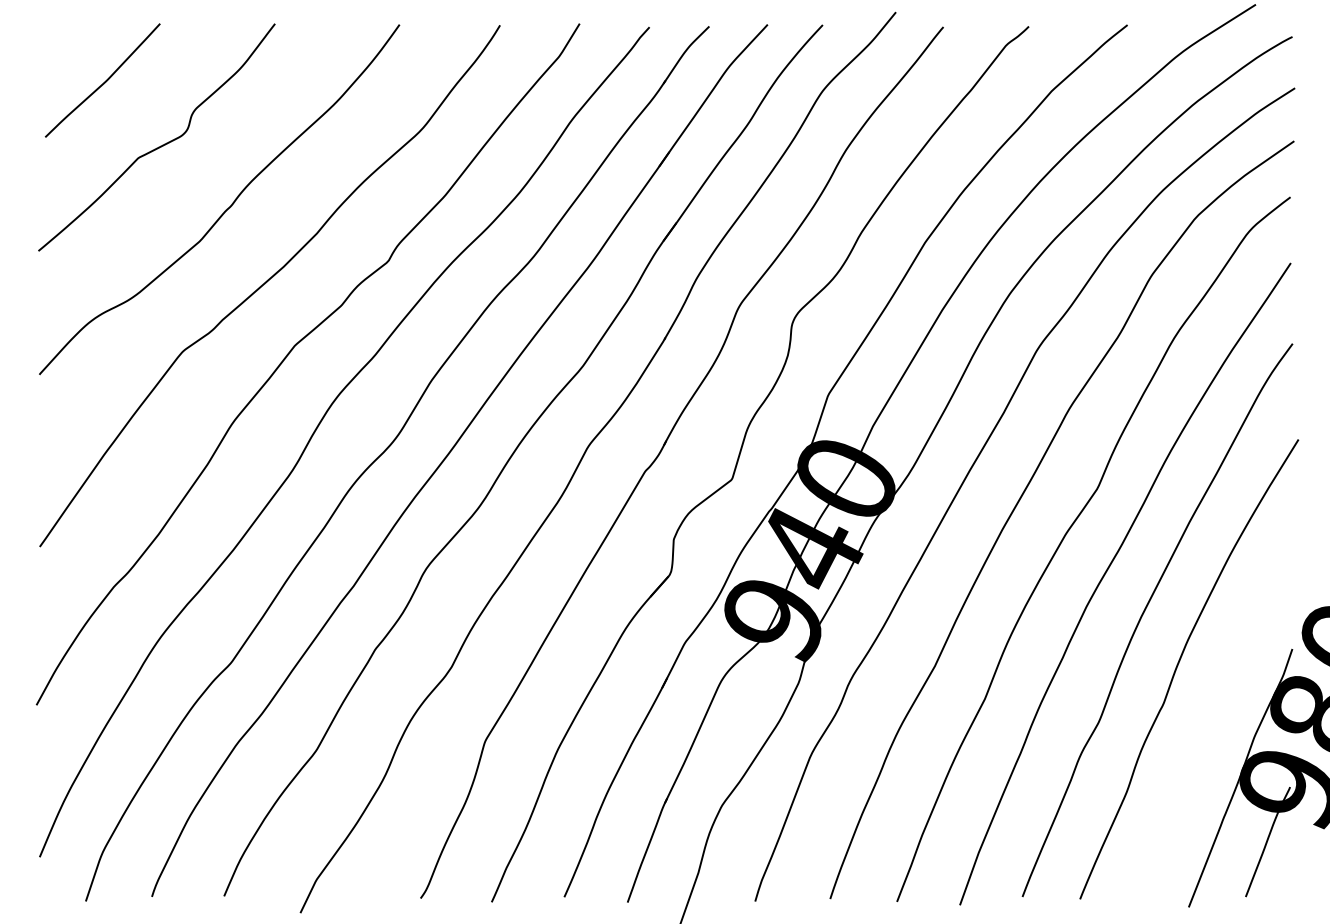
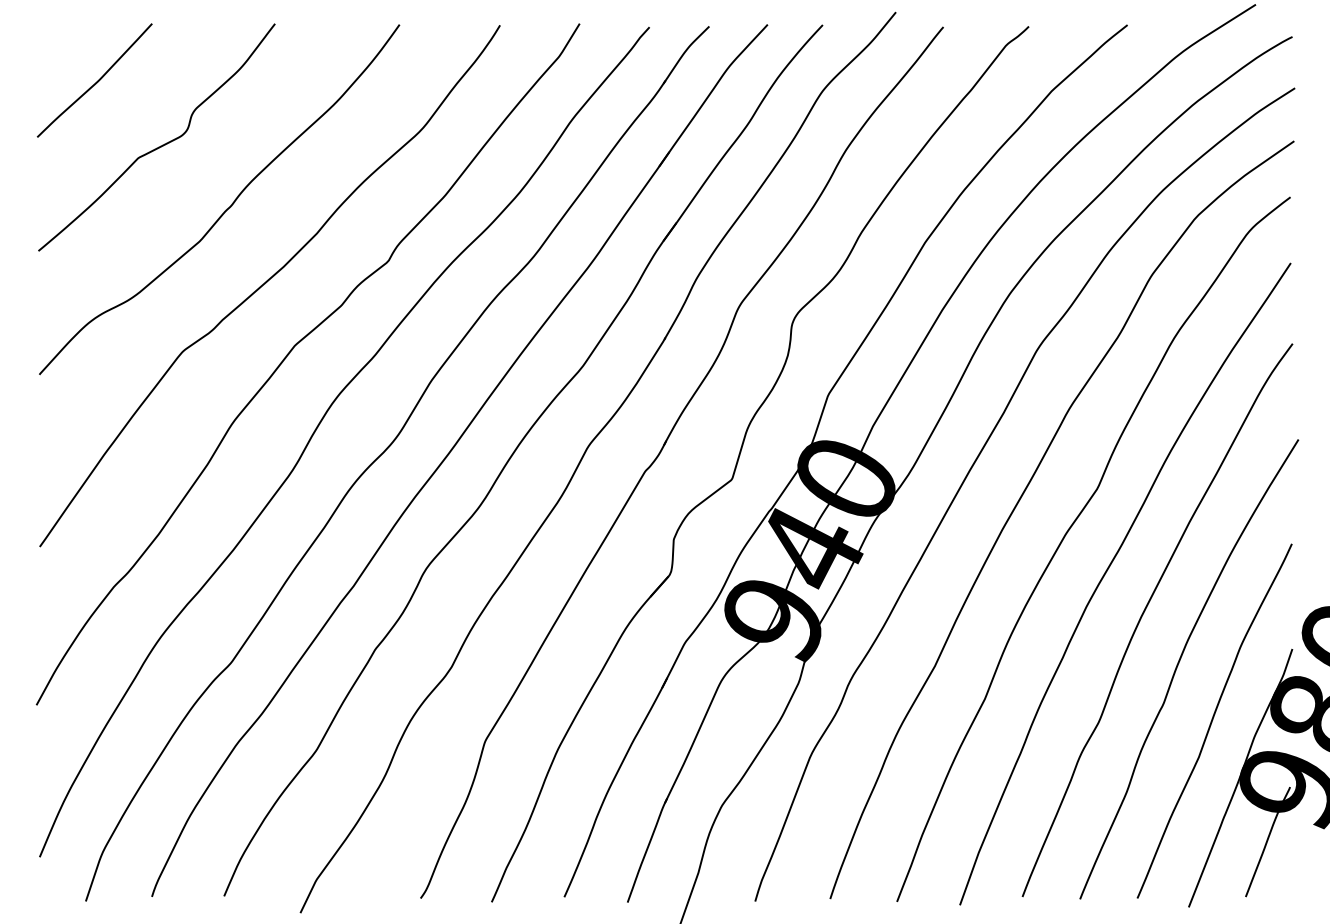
curve at (104, 81) position: (104, 81) -> (96, 81)
curve at (1213, 720): none -> present
